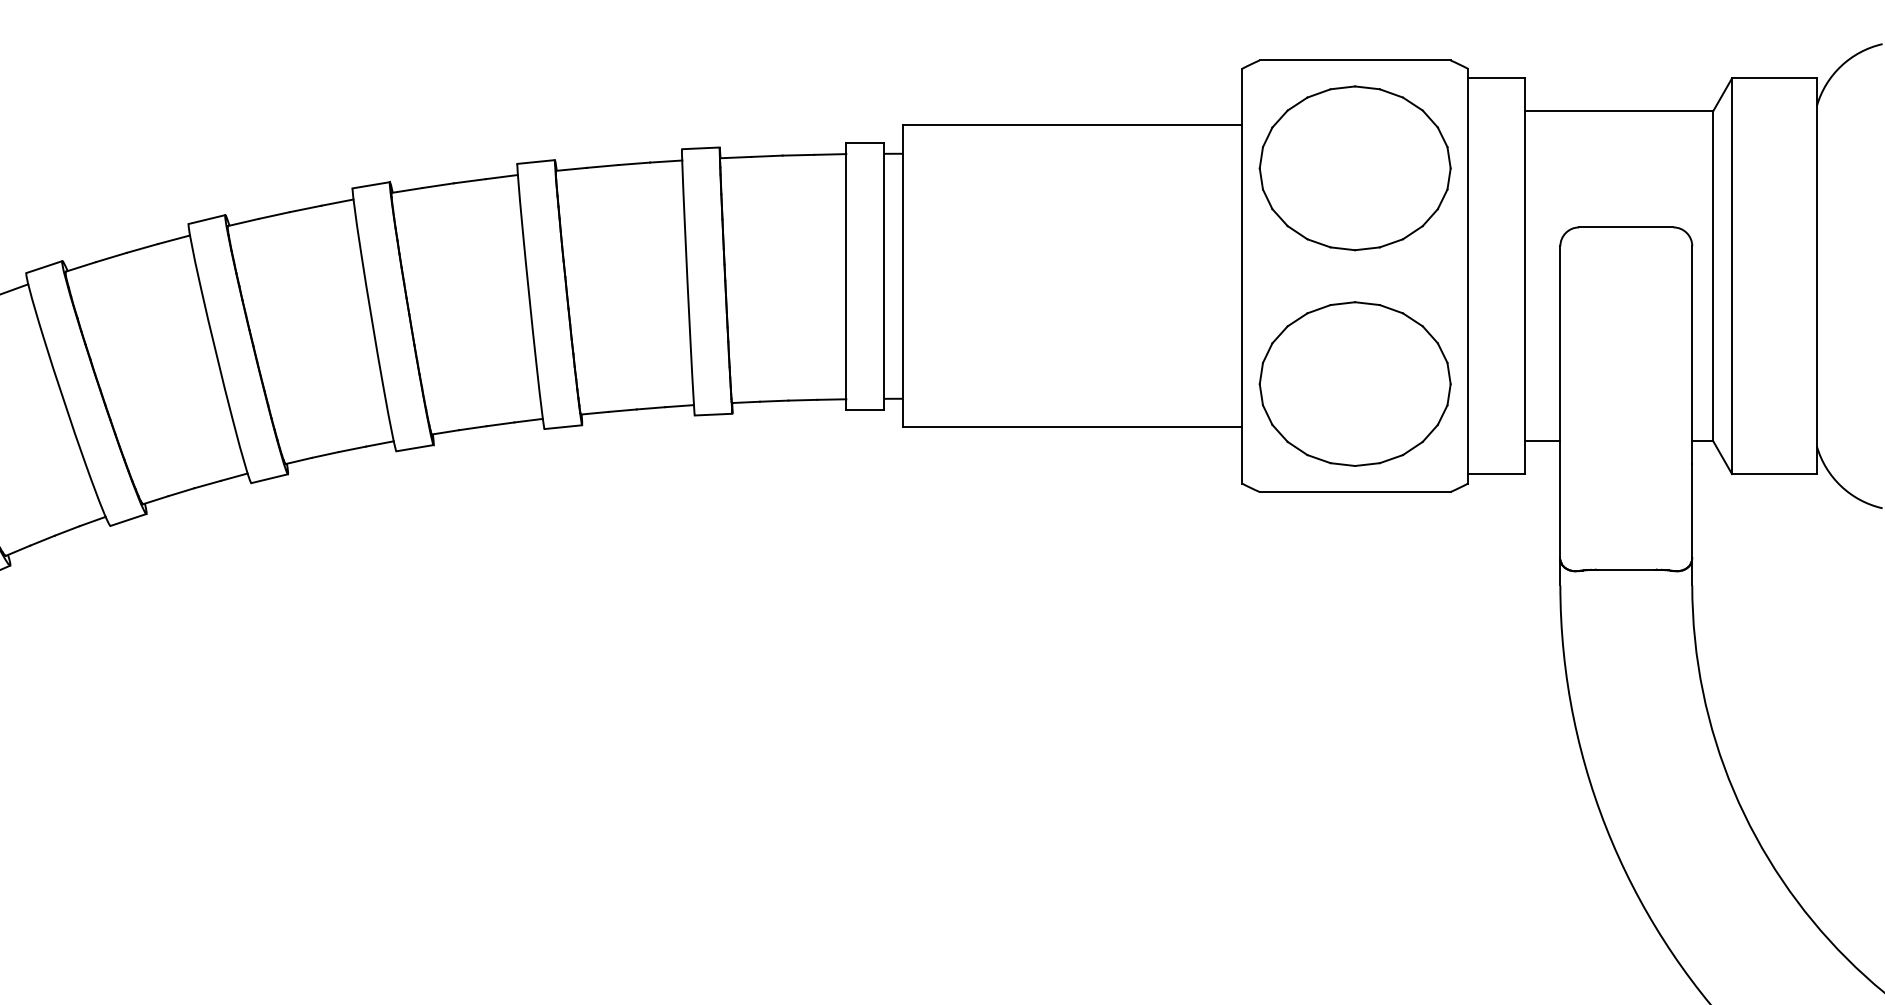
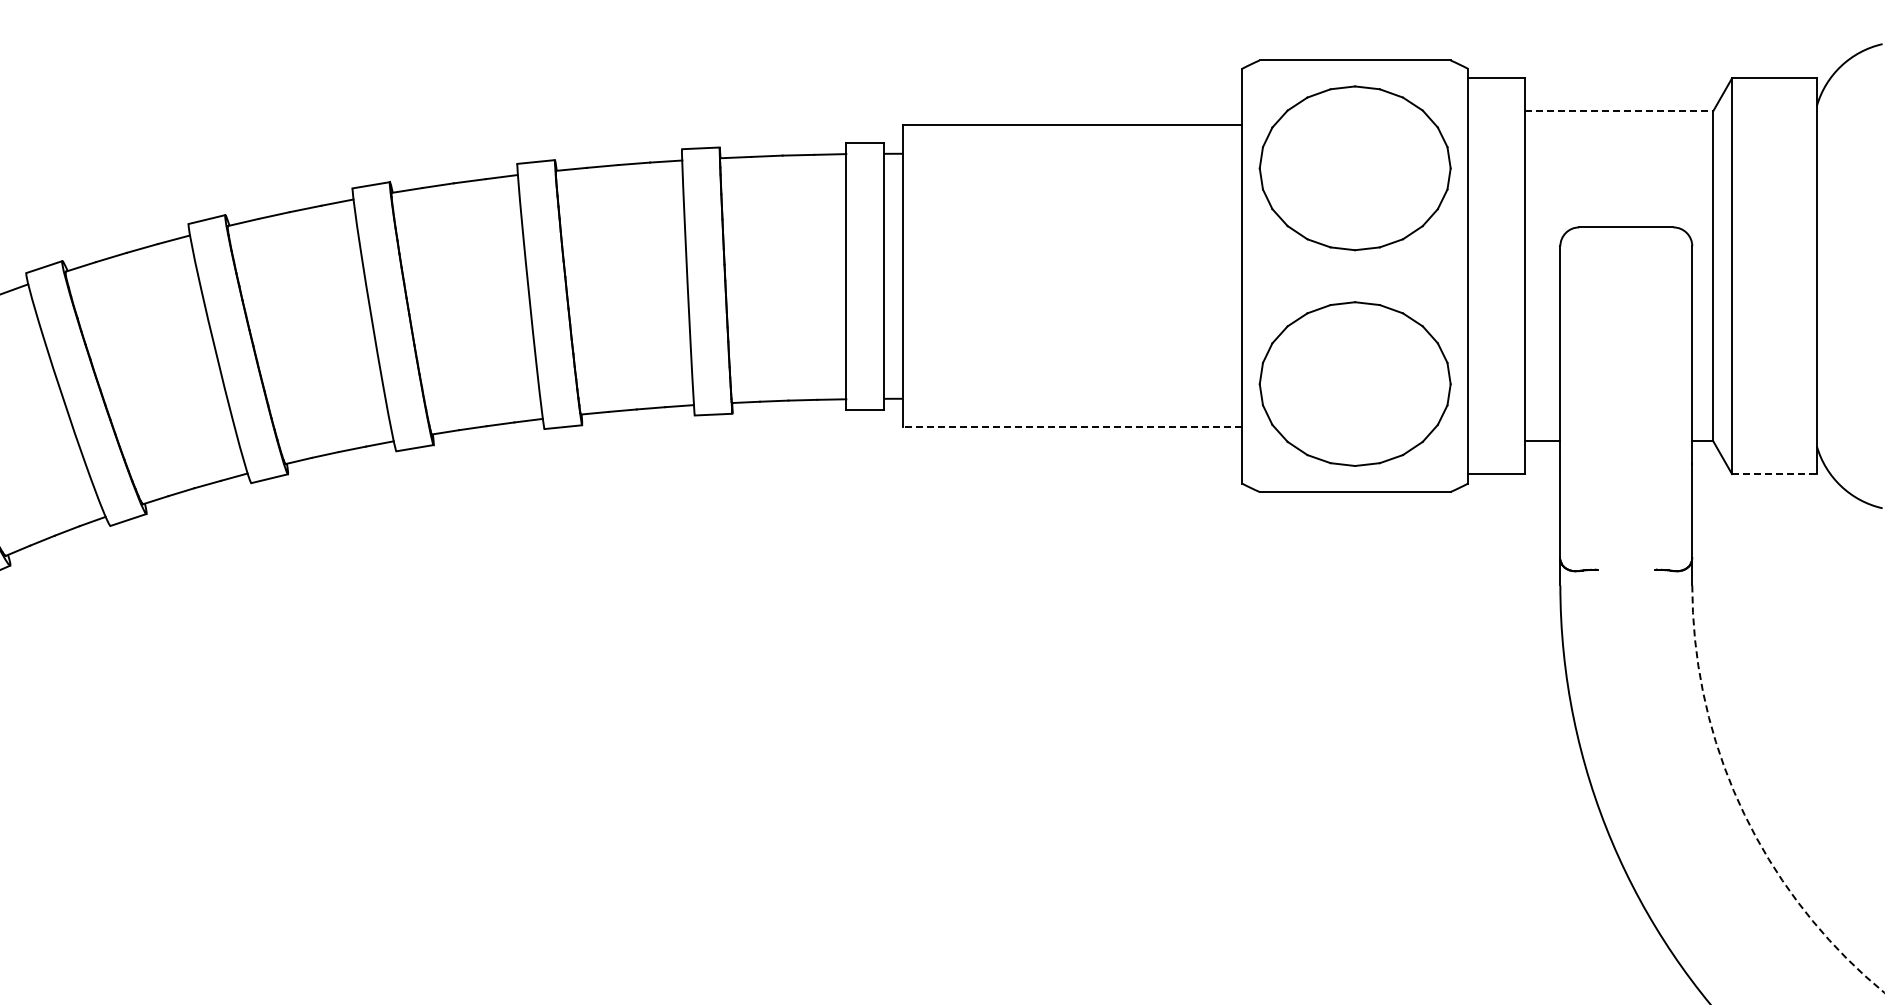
line at (1619, 111): solid -> dashed
line at (1072, 426): solid -> dashed
line at (1774, 474): solid -> dashed
line at (1626, 569): present -> none
arc at (1742, 810): solid -> dashed
